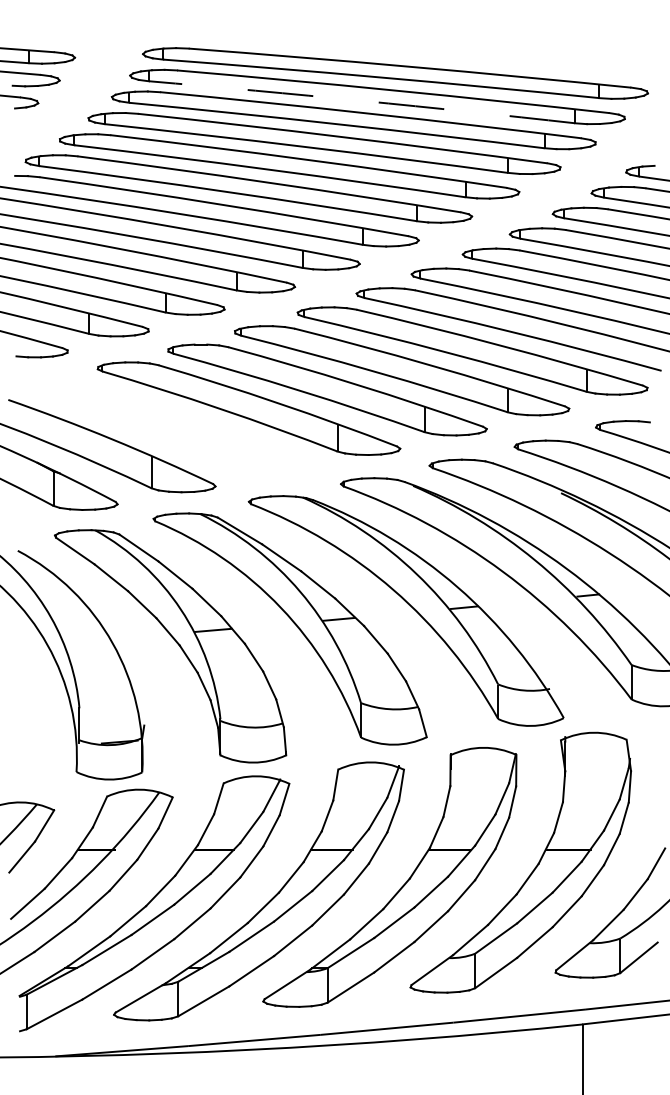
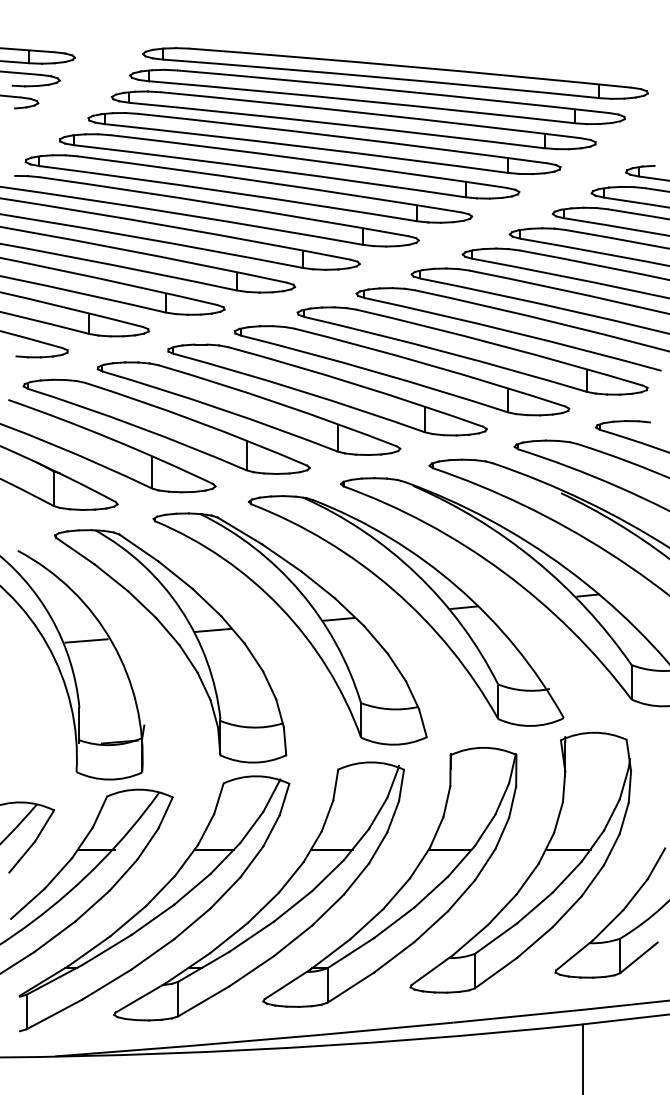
arc at (362, 100): dashed -> solid
part at (166, 426): none -> present
line at (86, 640): none -> present
